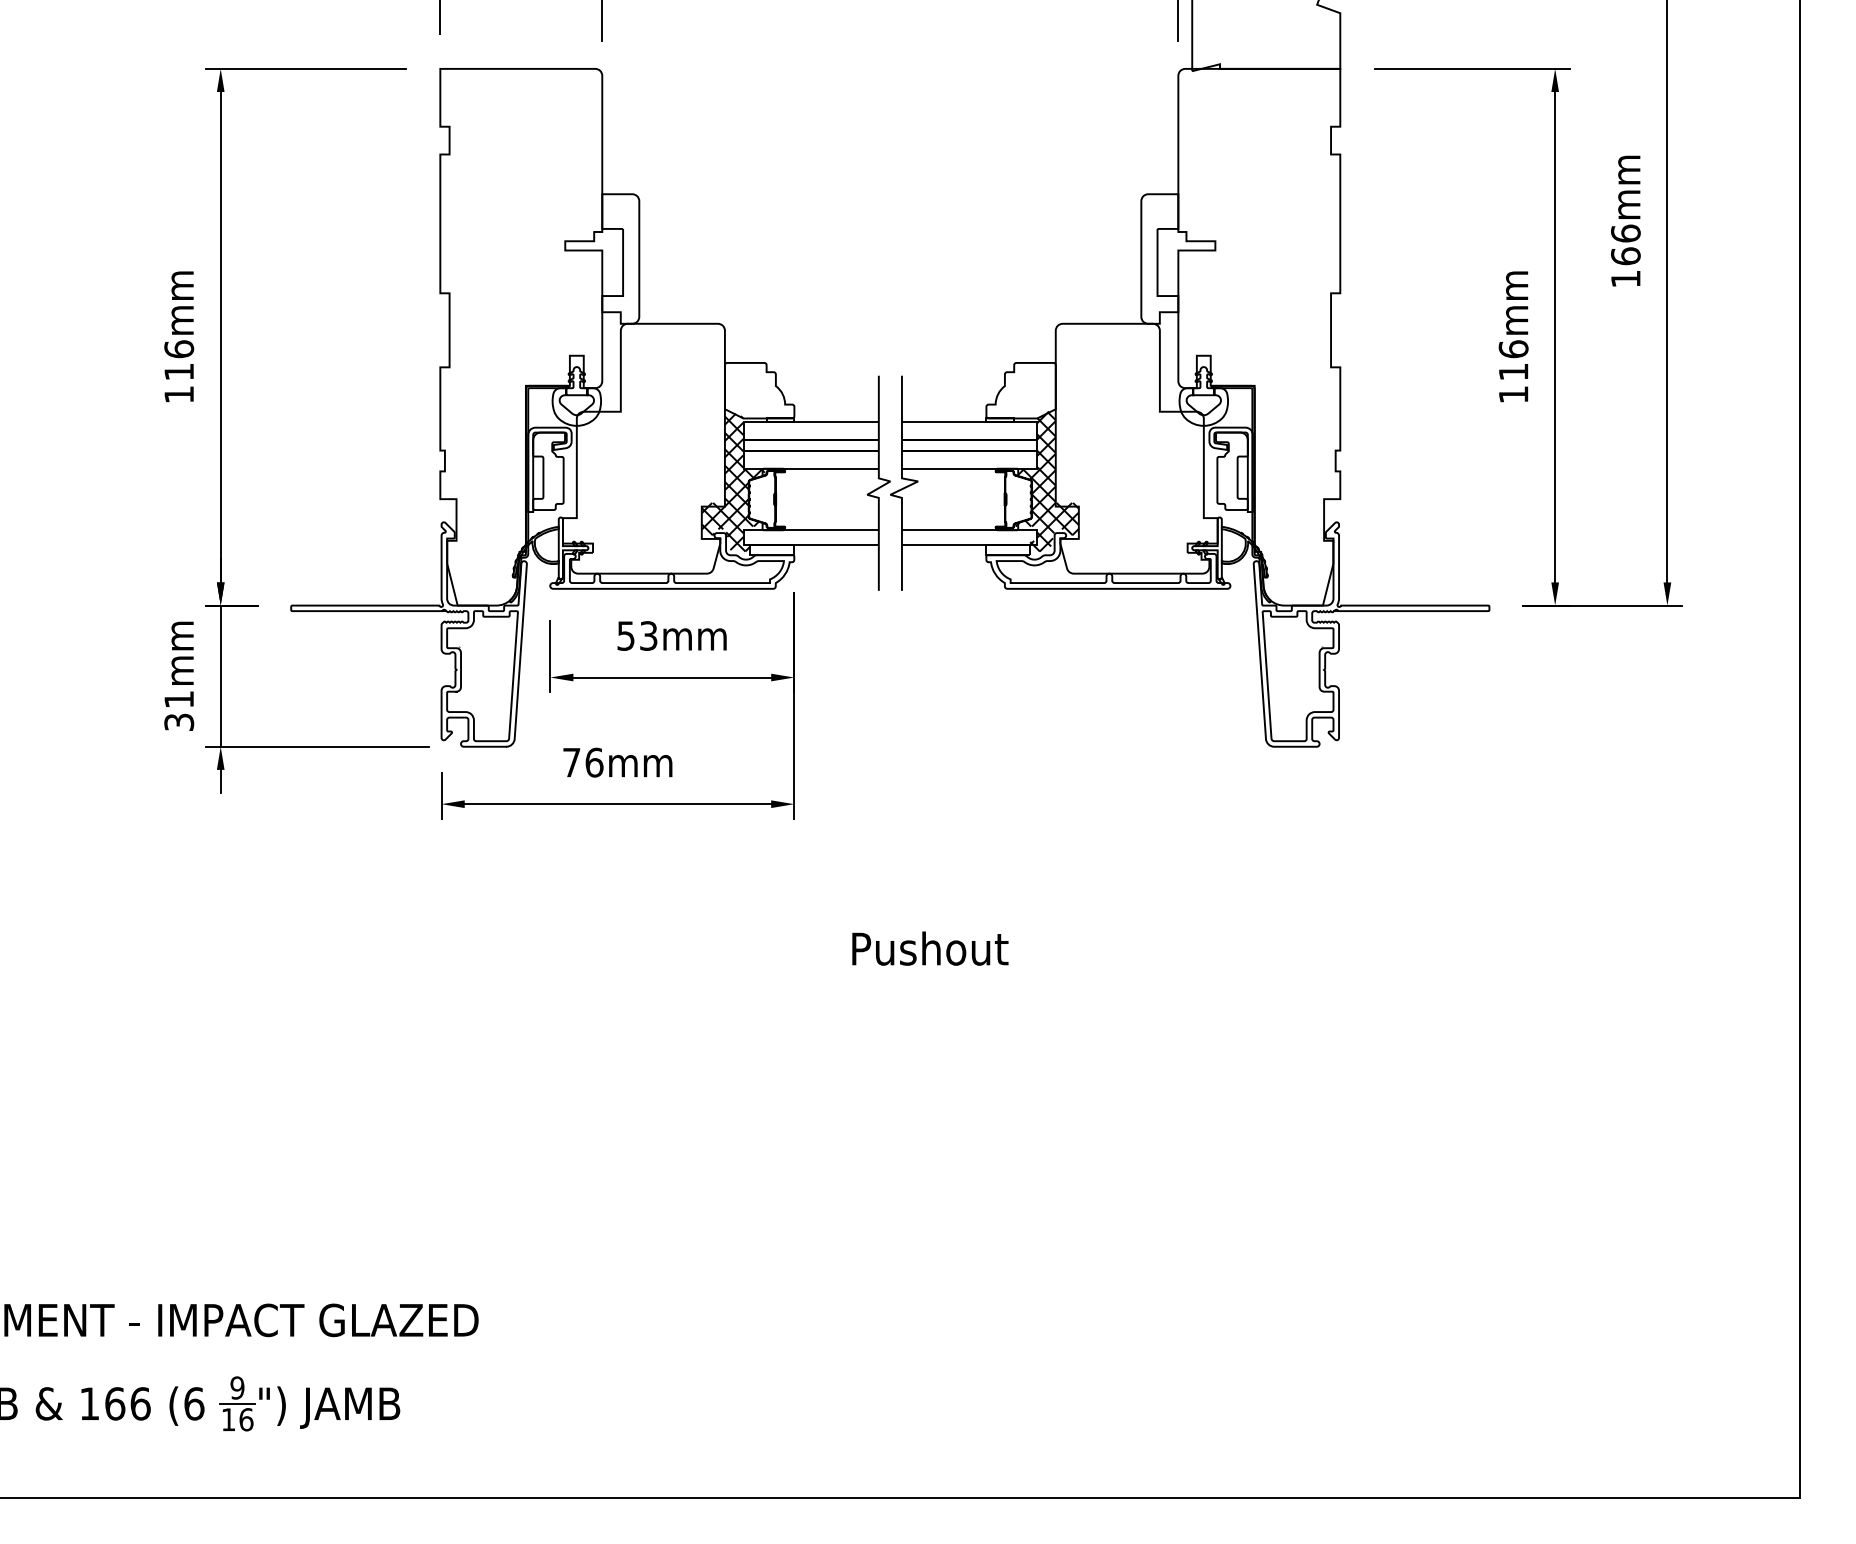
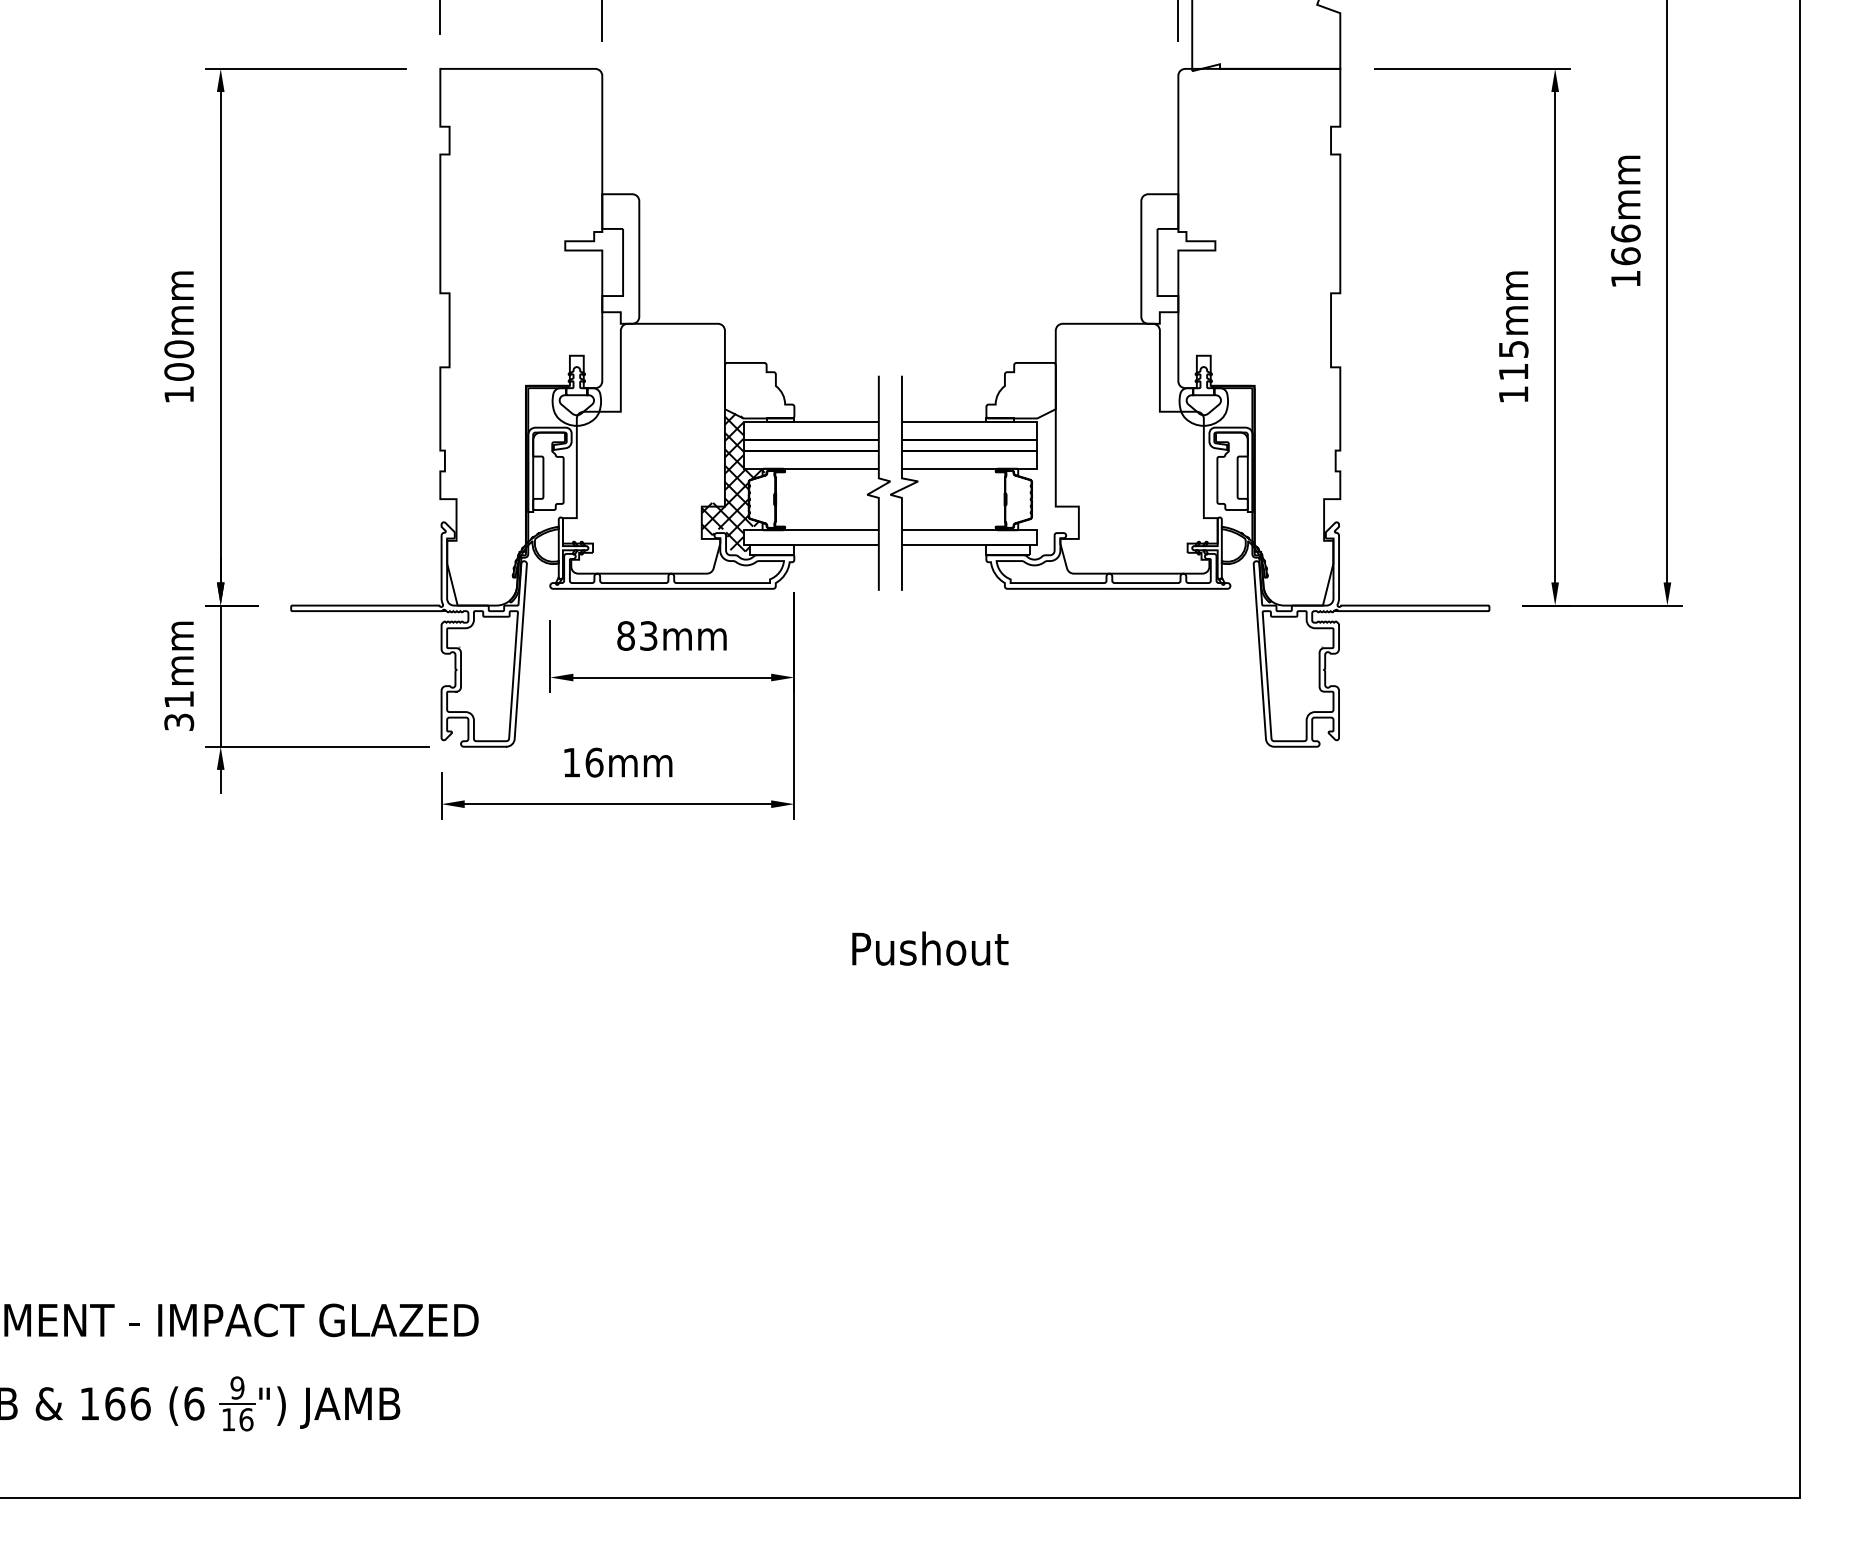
text at (1513, 349): 116mm -> 115mm
text at (179, 360): 116mm -> 100mm
hatch at (1046, 481): present -> none
text at (625, 635): 53mm -> 83mm
text at (571, 762): 76mm -> 16mm
